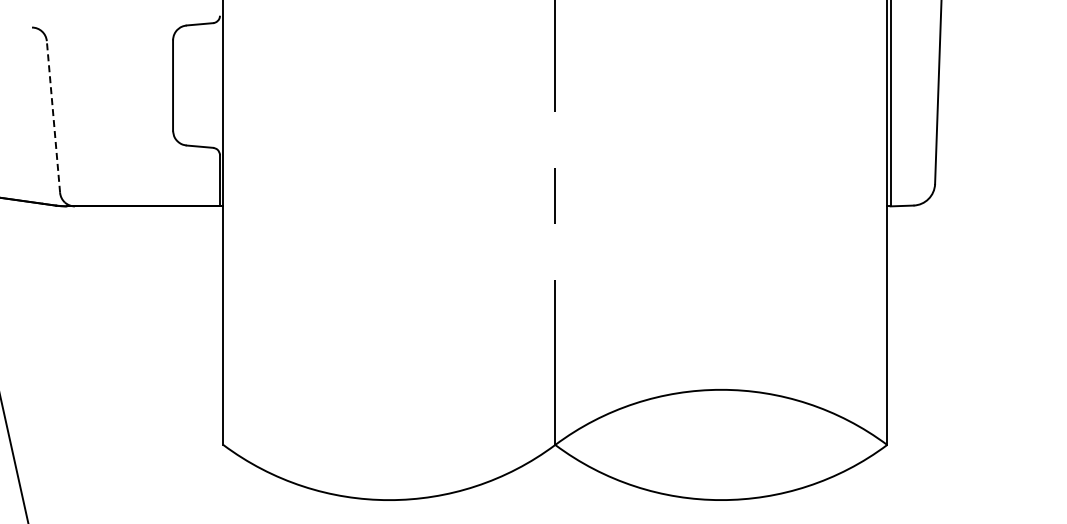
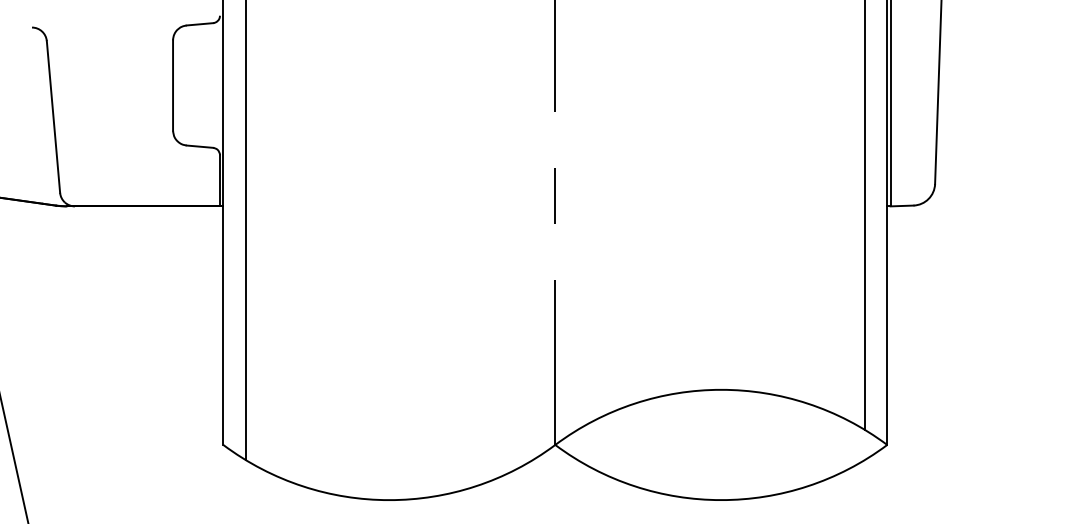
line at (53, 116): dashed -> solid
line at (864, 215): none -> present
line at (245, 231): none -> present
